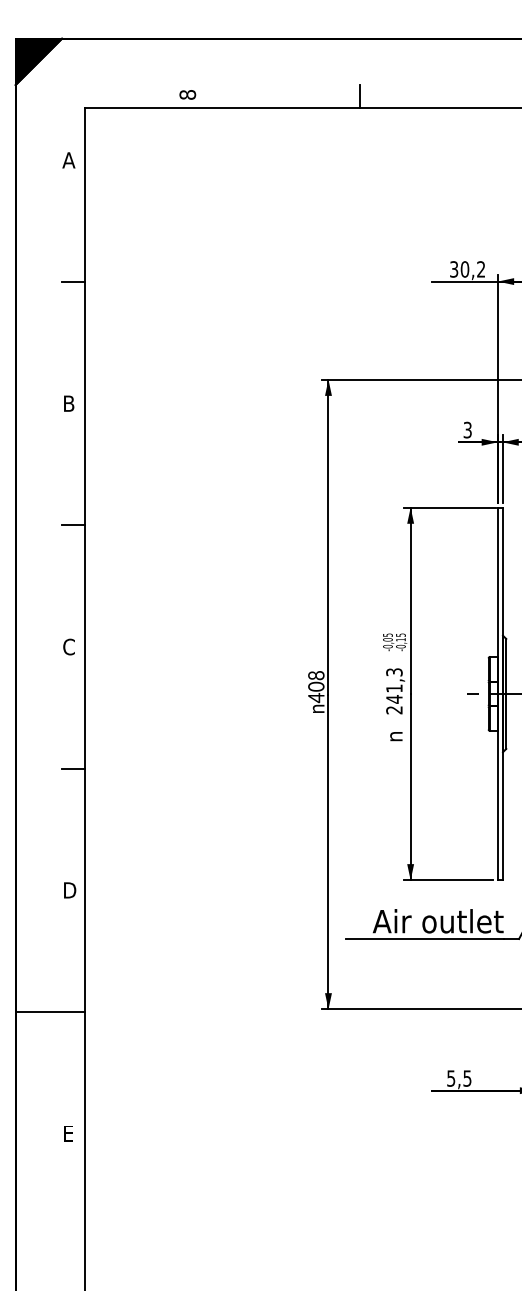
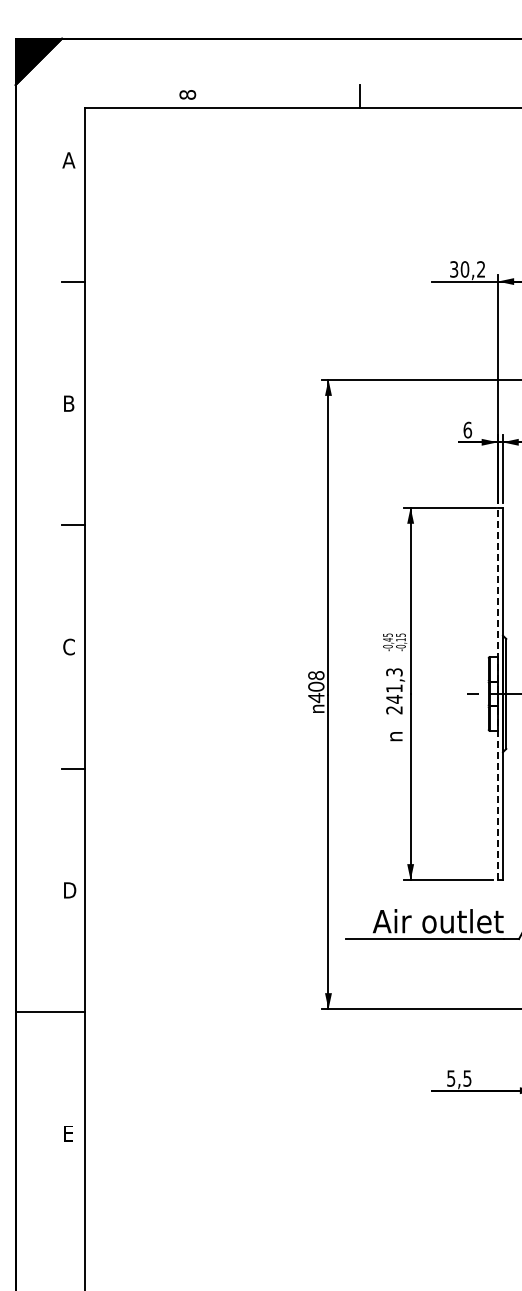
text at (467, 429): 3 -> 6
text at (387, 639): -0,05 -> -0,45
line at (497, 693): solid -> dashed
